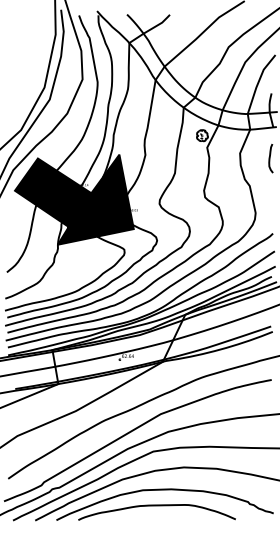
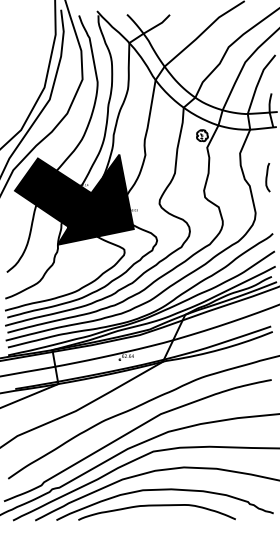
curve at (270, 158) position: (270, 158) -> (267, 177)
